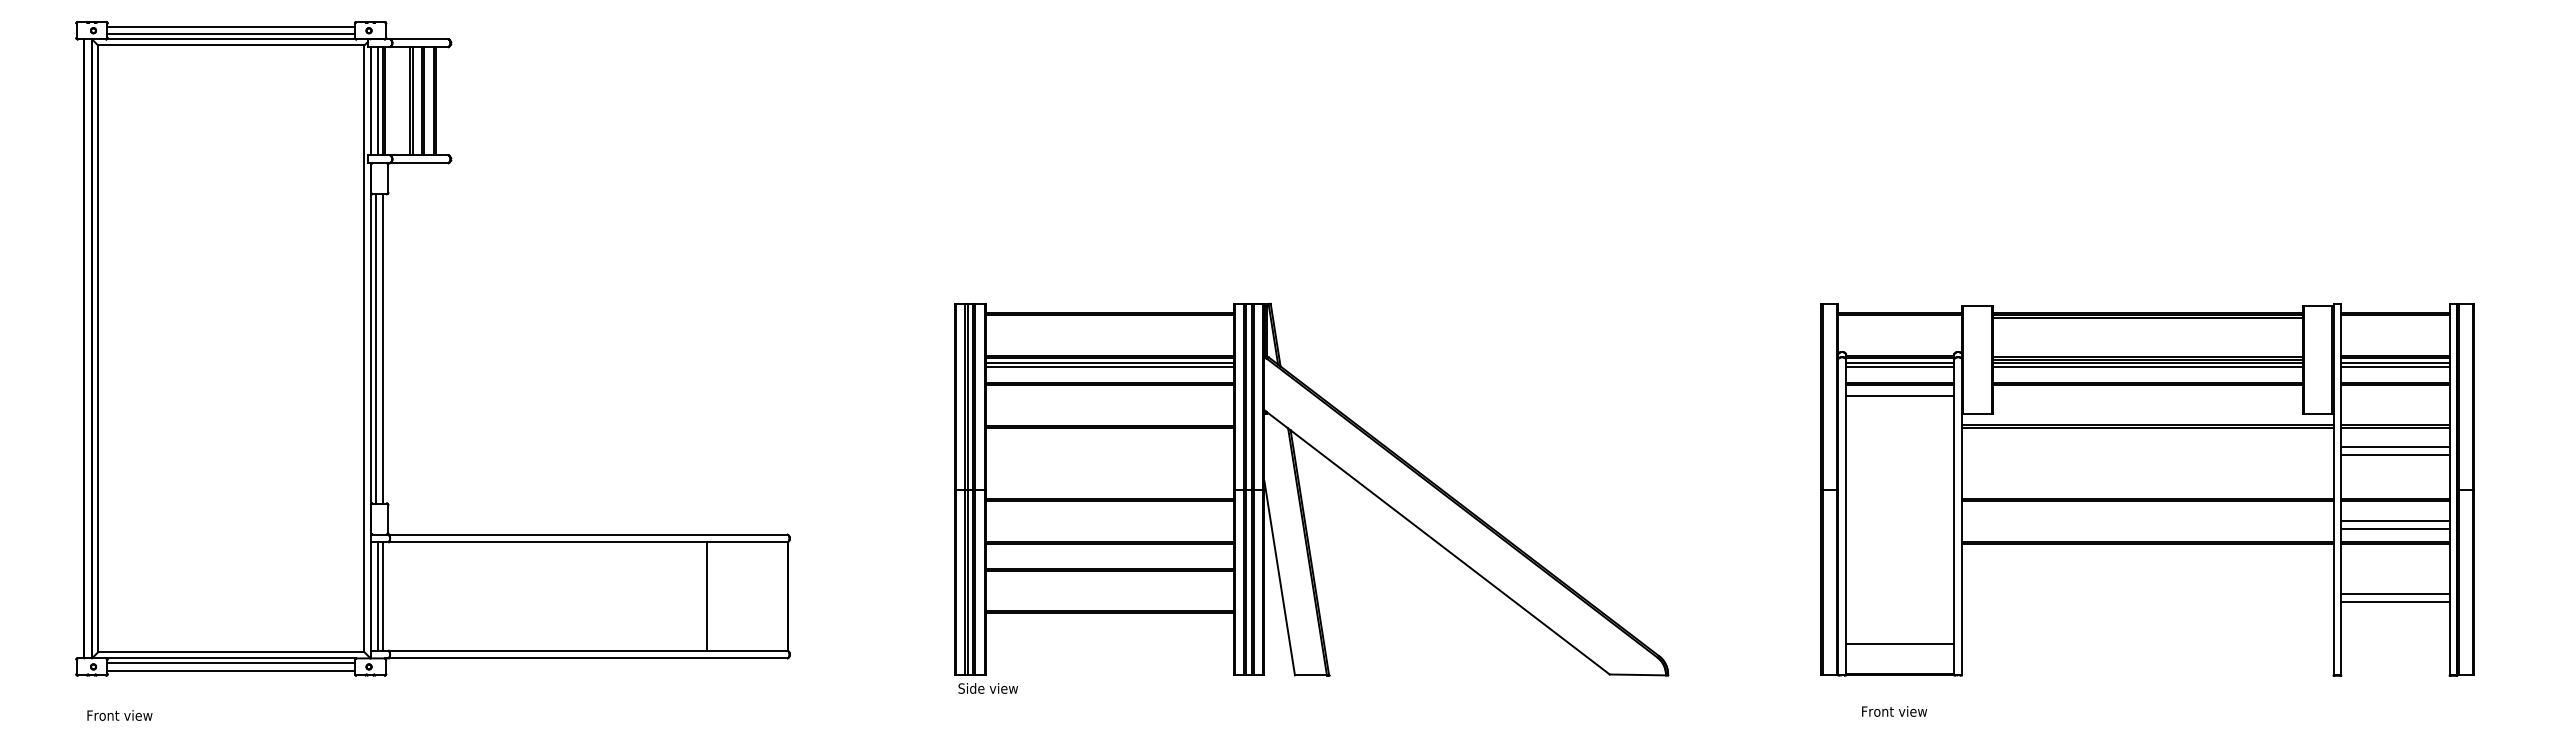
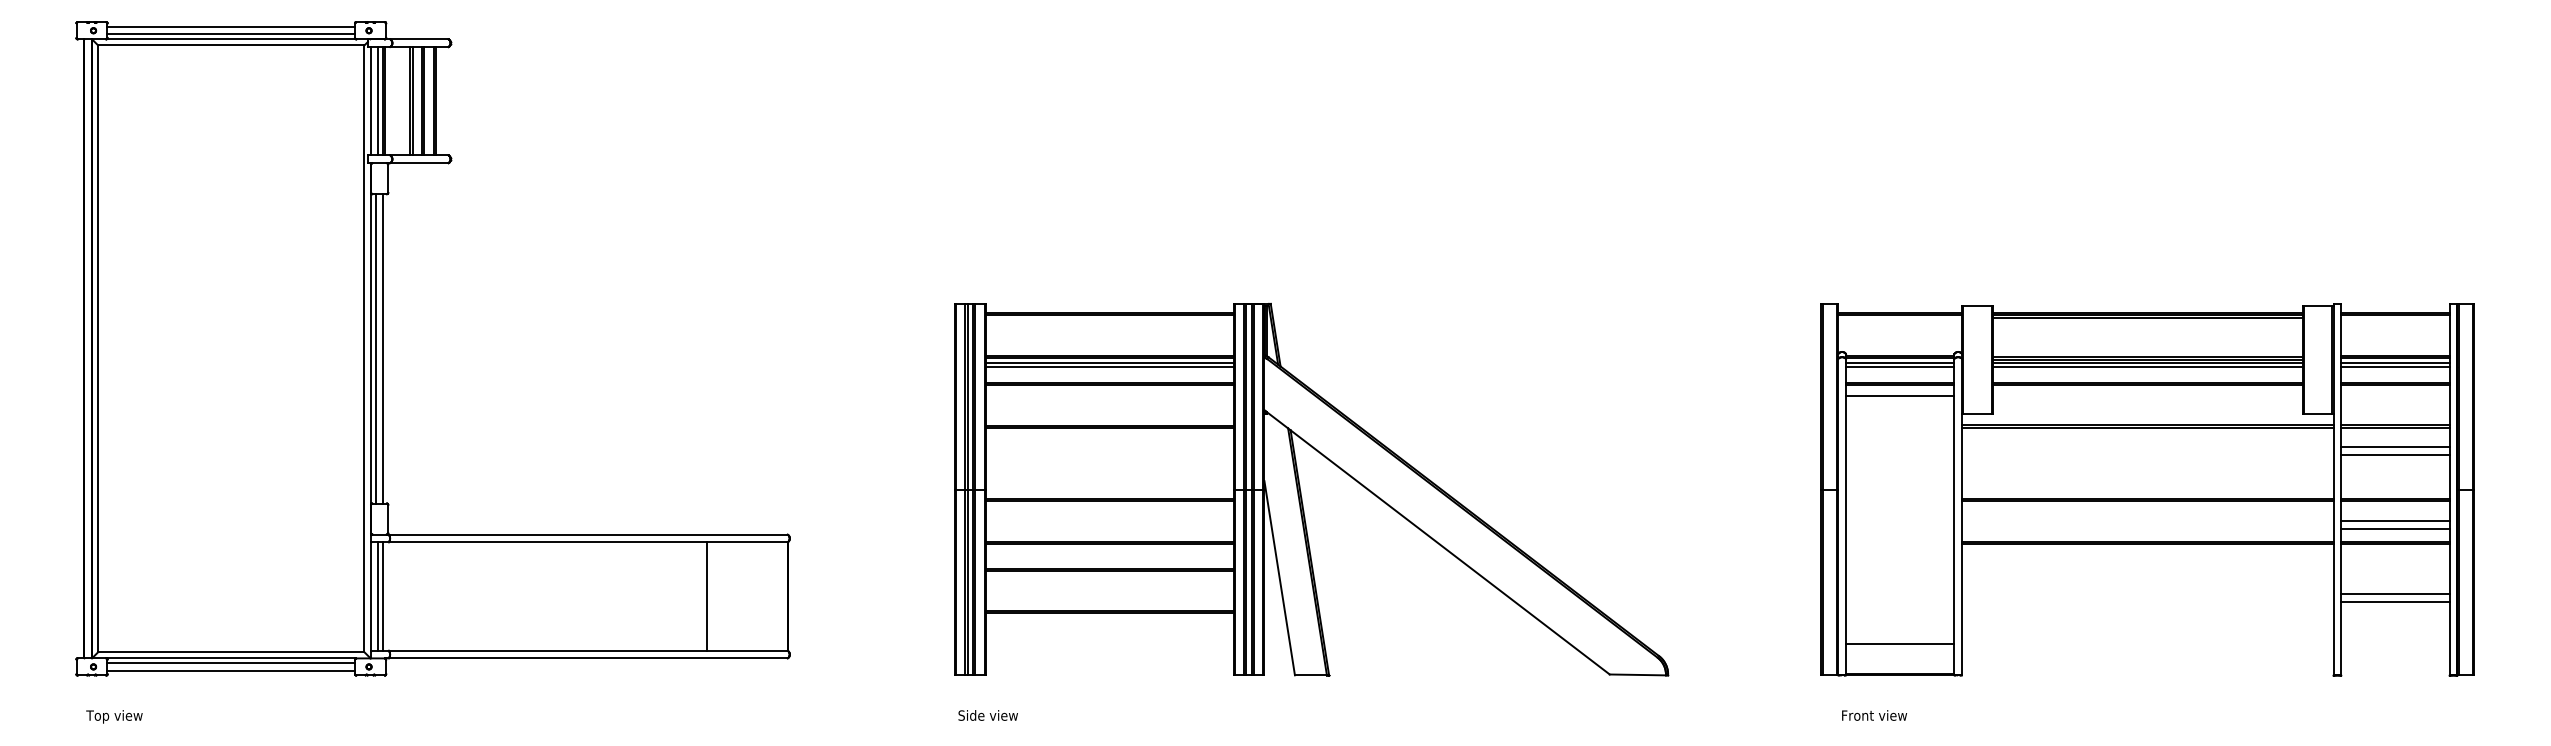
text at (987, 688) position: (987, 688) -> (987, 715)
text at (1894, 711) position: (1894, 711) -> (1874, 715)
text at (119, 716): Front view -> Top view
